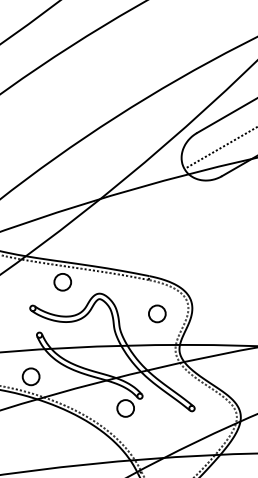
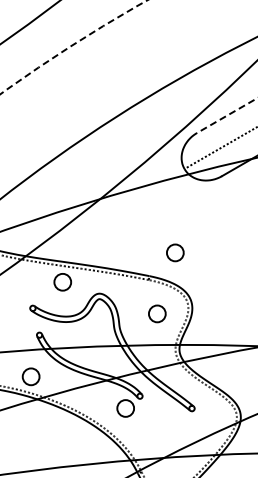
circle at (73, 47): solid -> dashed
line at (227, 115): solid -> dashed
circle at (175, 252): none -> present
